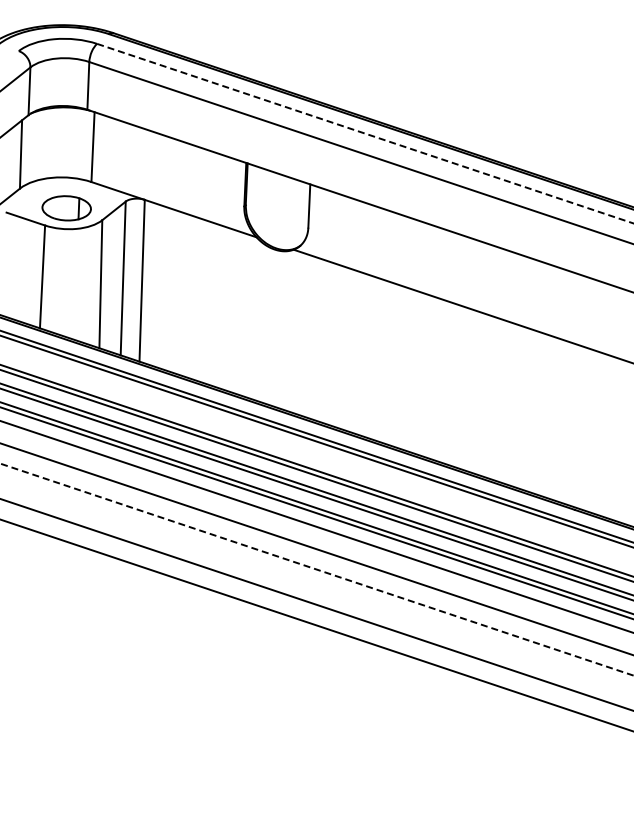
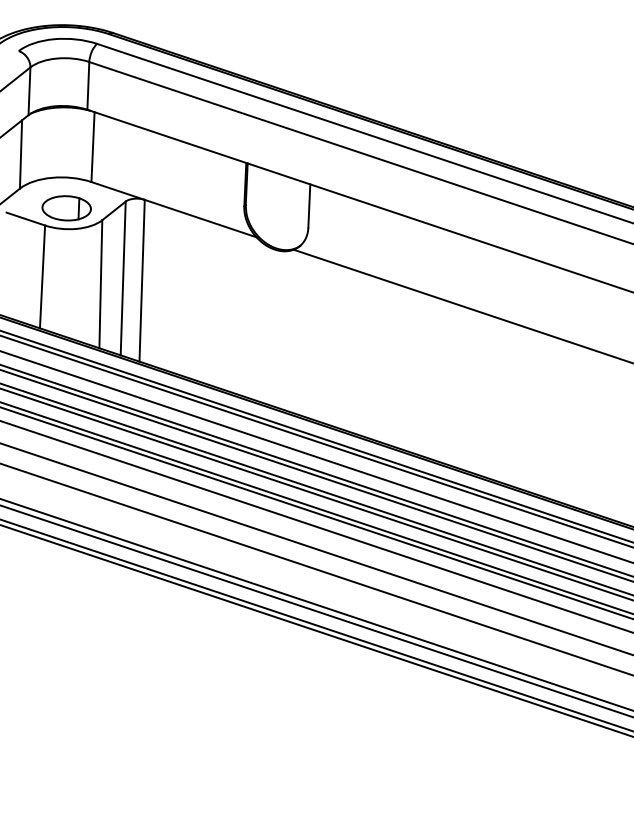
line at (365, 133): dashed -> solid
line at (316, 456): none -> present
line at (317, 569): dashed -> solid
line at (316, 611): none -> present
line at (316, 630): none -> present
